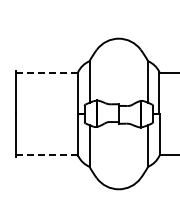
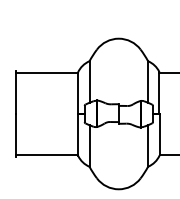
line at (47, 72): dashed -> solid
line at (47, 155): dashed -> solid
